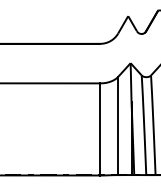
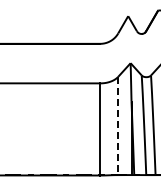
line at (118, 126): solid -> dashed
